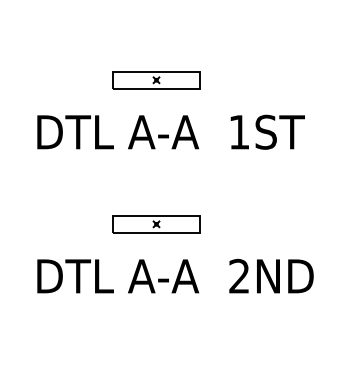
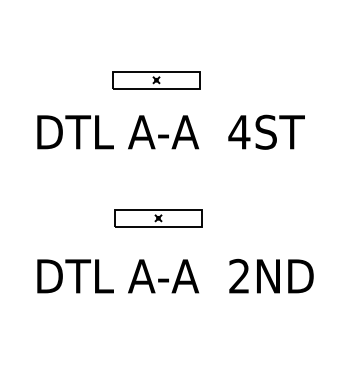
text at (239, 132): 1ST -> 4ST
part at (156, 224) position: (156, 224) -> (158, 218)
